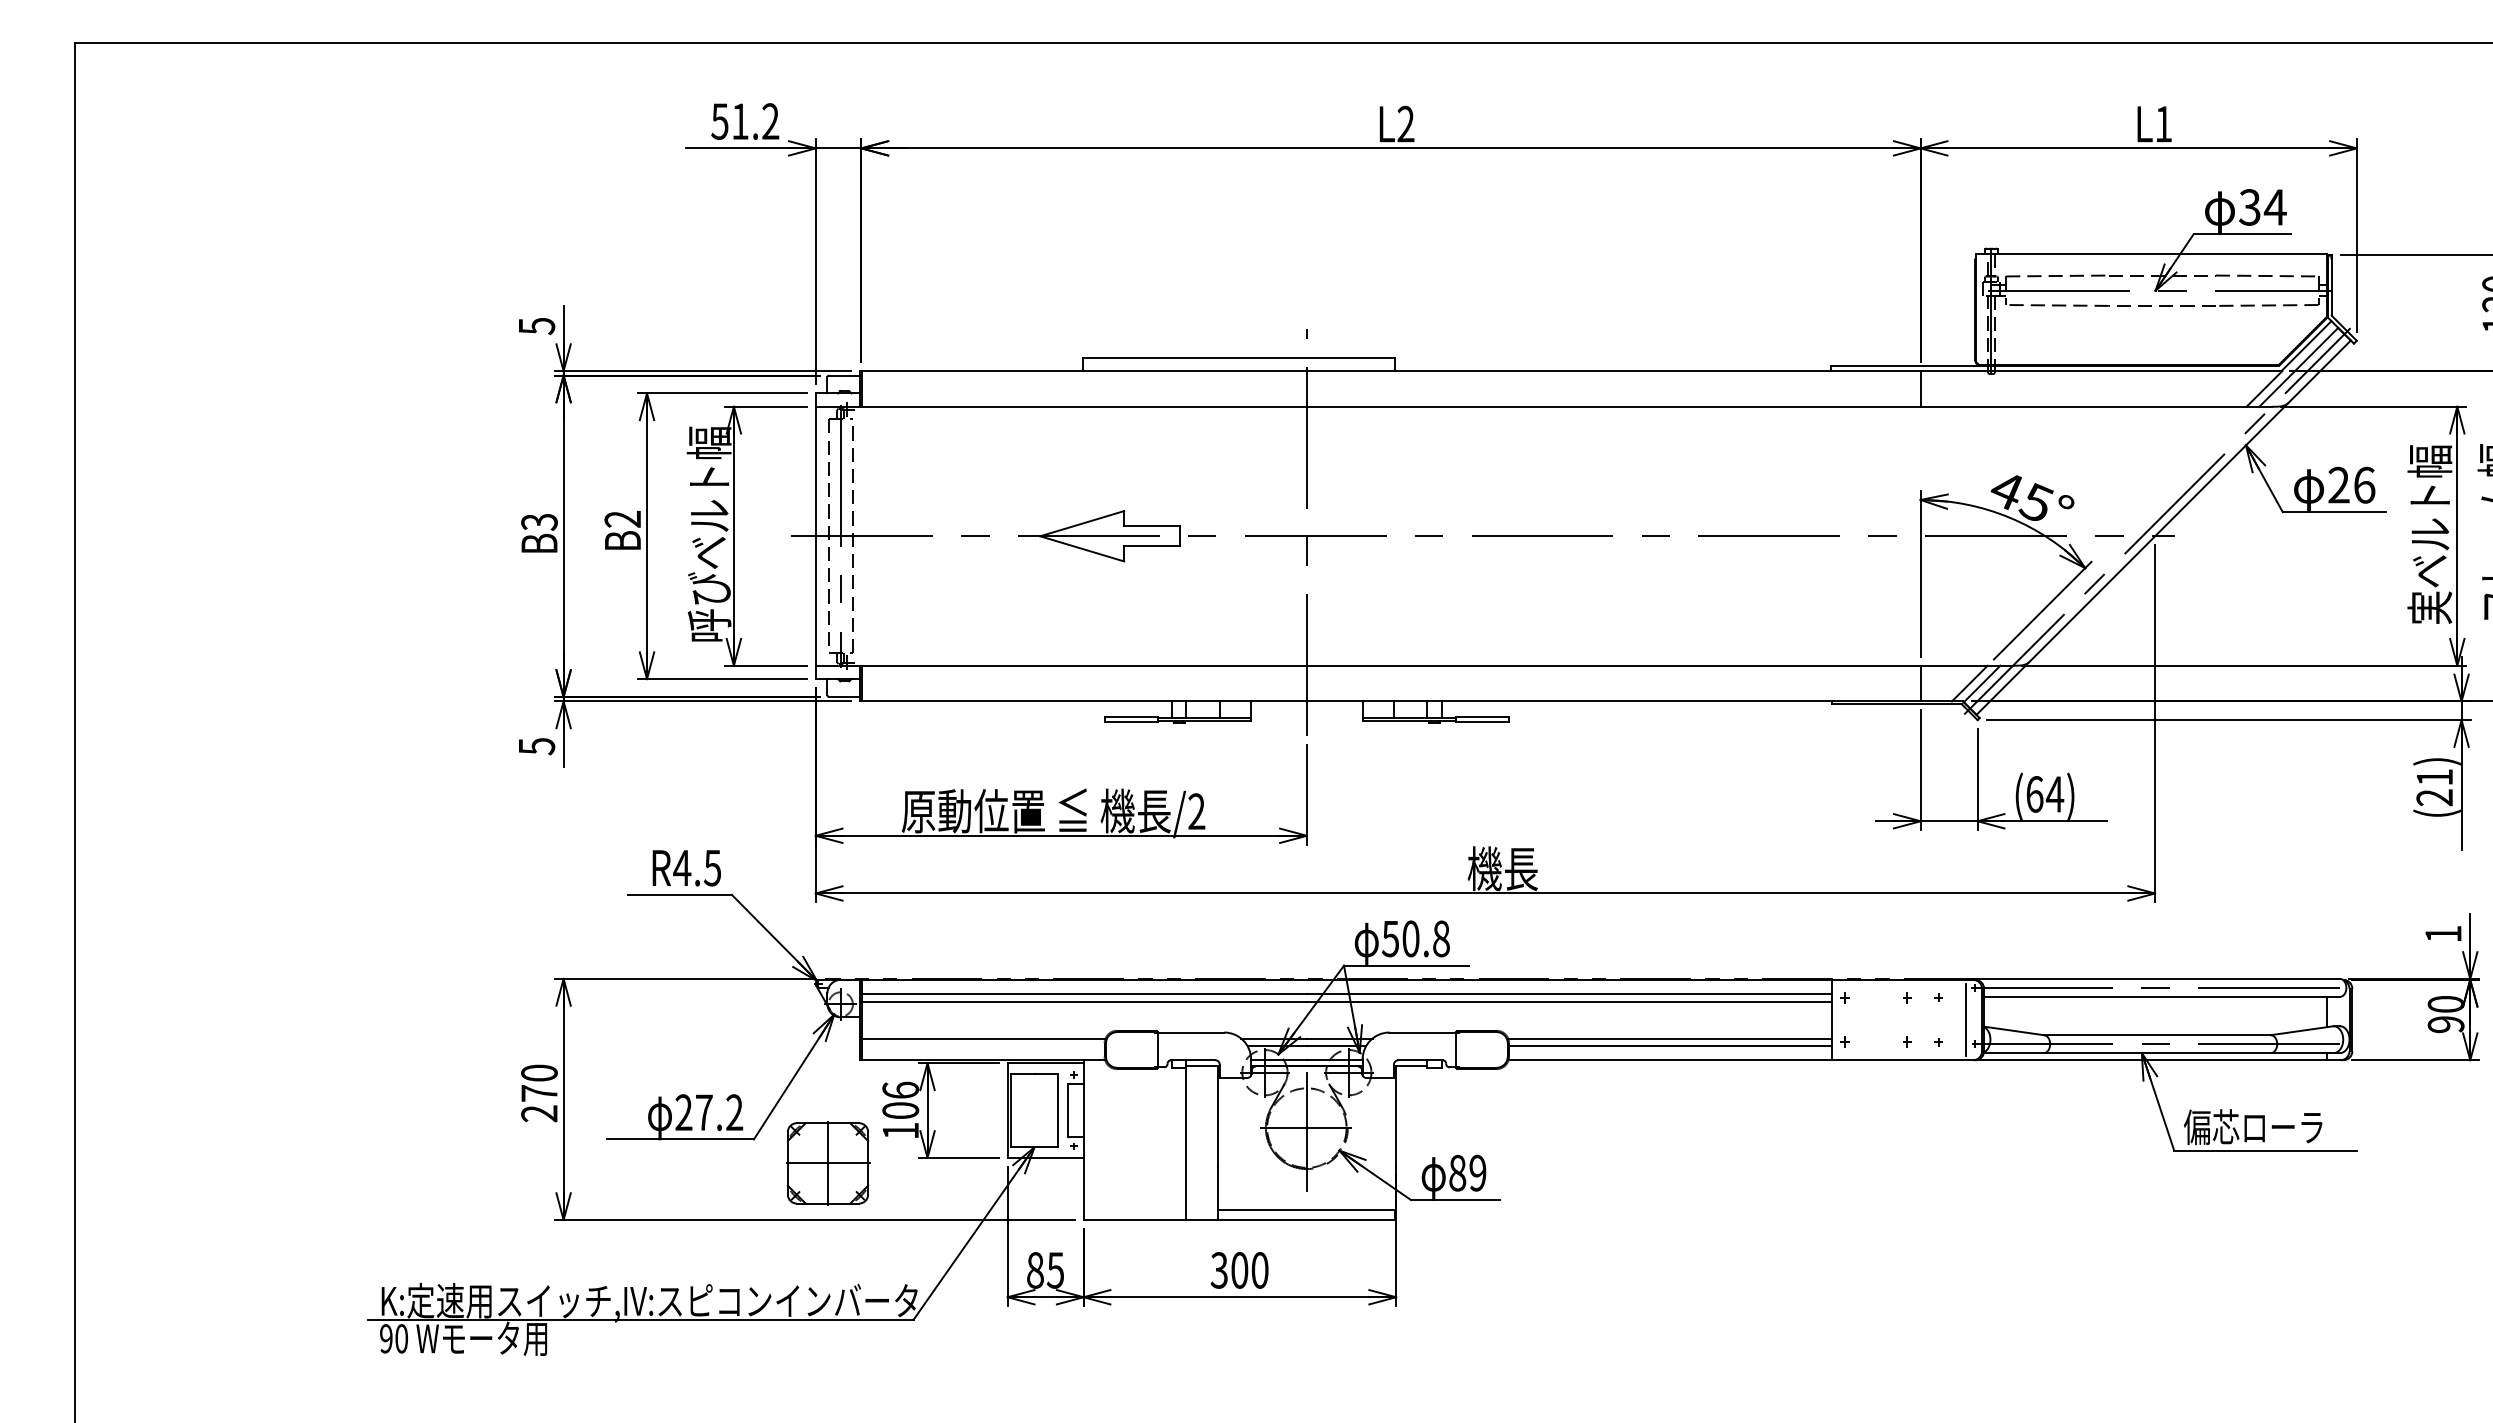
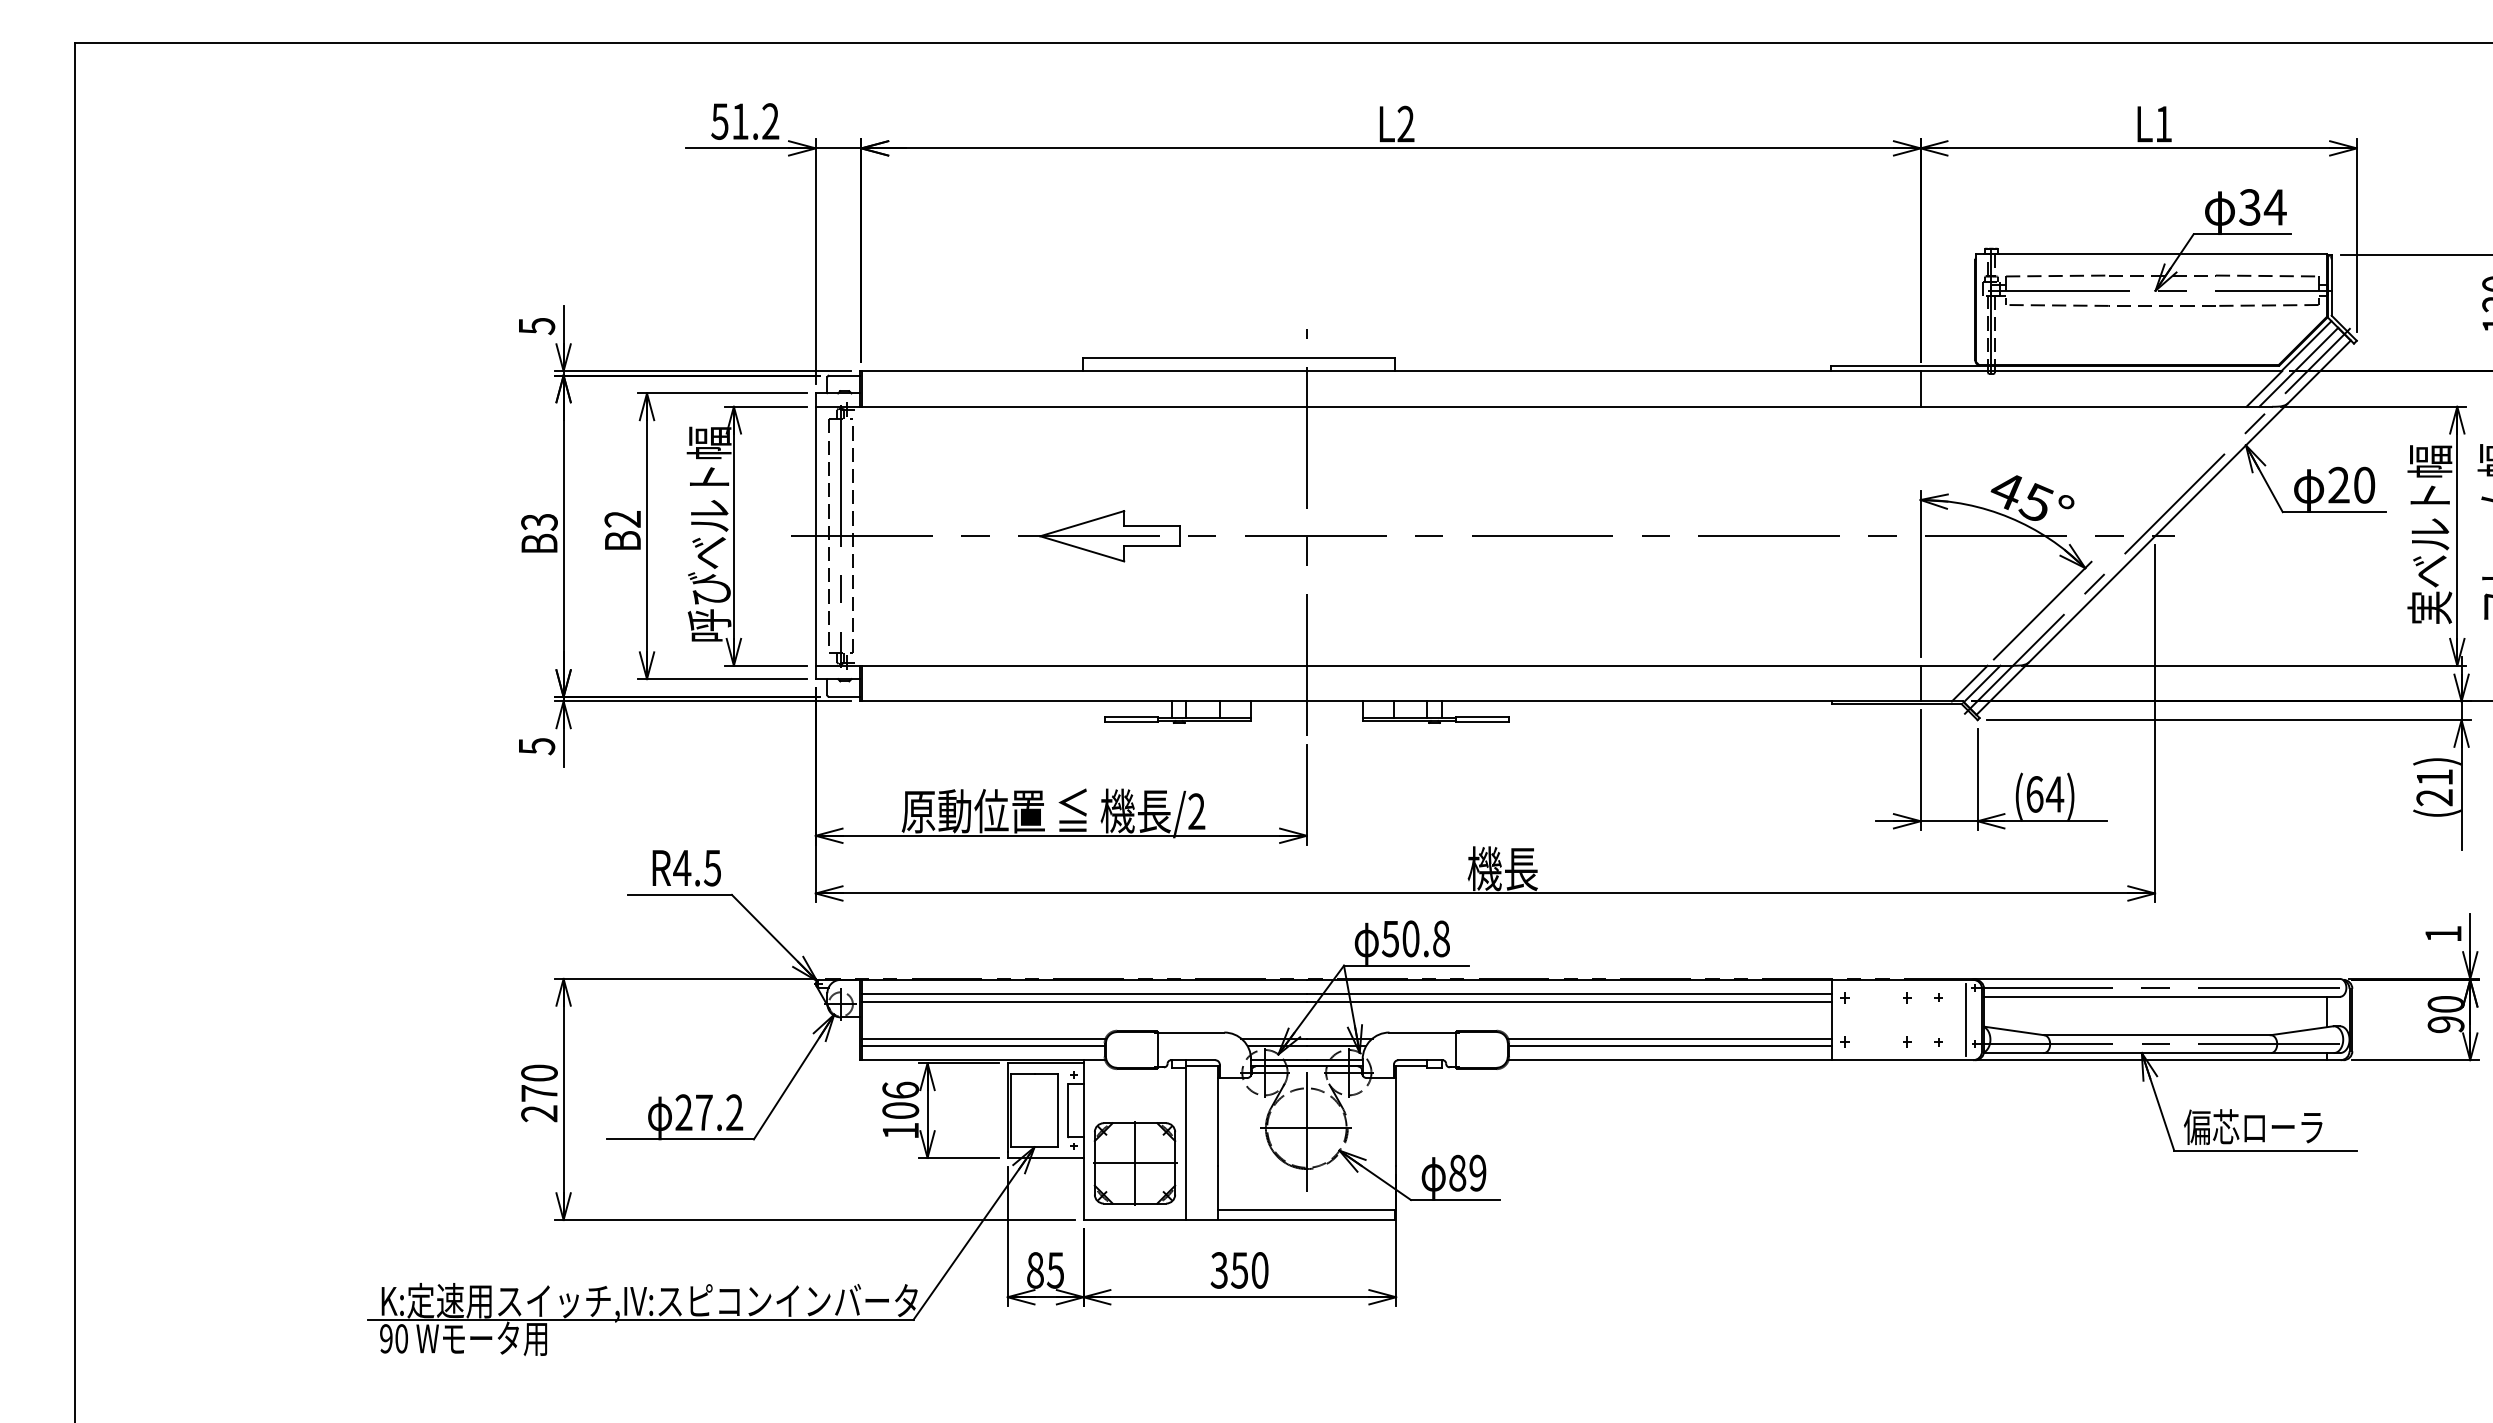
text at (2364, 484): 26 -> 20
line at (982, 1046): none -> present
part at (828, 1163) position: (828, 1163) -> (1135, 1163)
text at (1239, 1270): 300 -> 350
